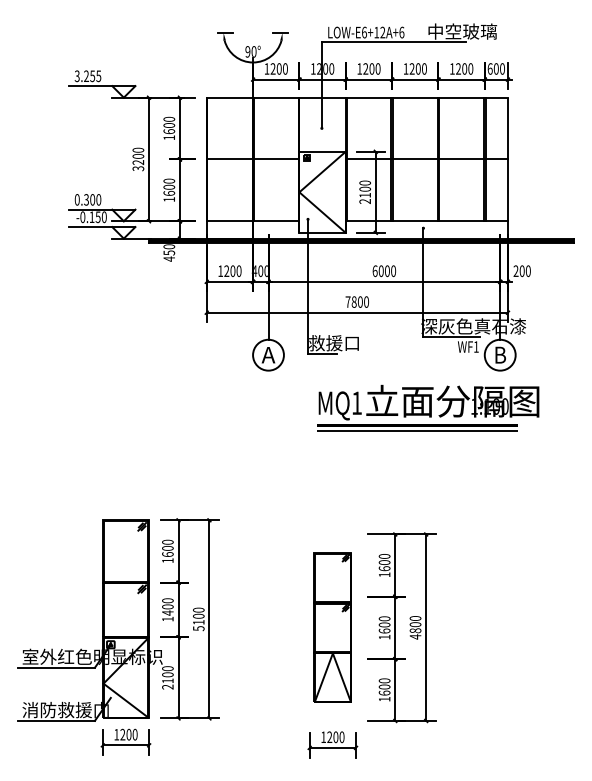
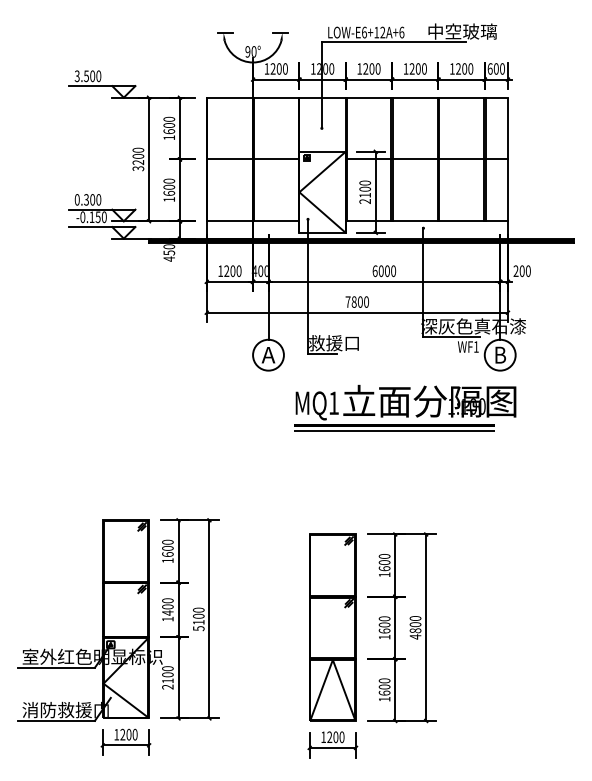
text at (92, 76): 3.255 -> 3.500
part at (428, 407) position: (428, 407) -> (405, 407)
part at (332, 627) size: 39x151 px -> 48x189 px
